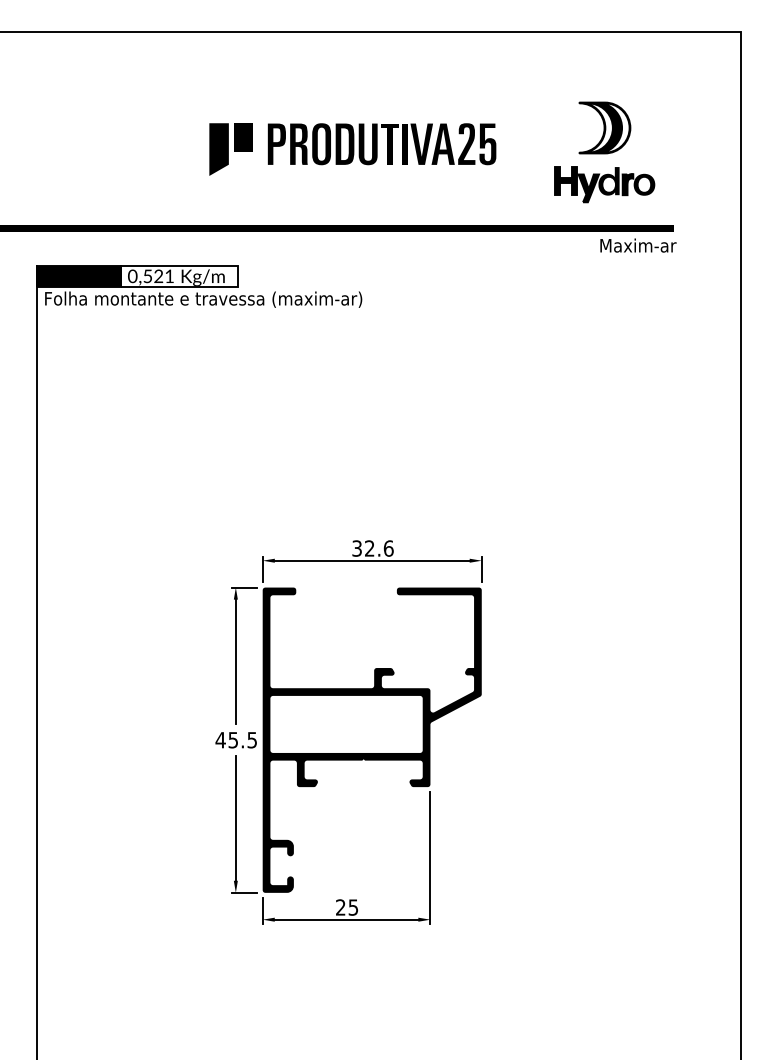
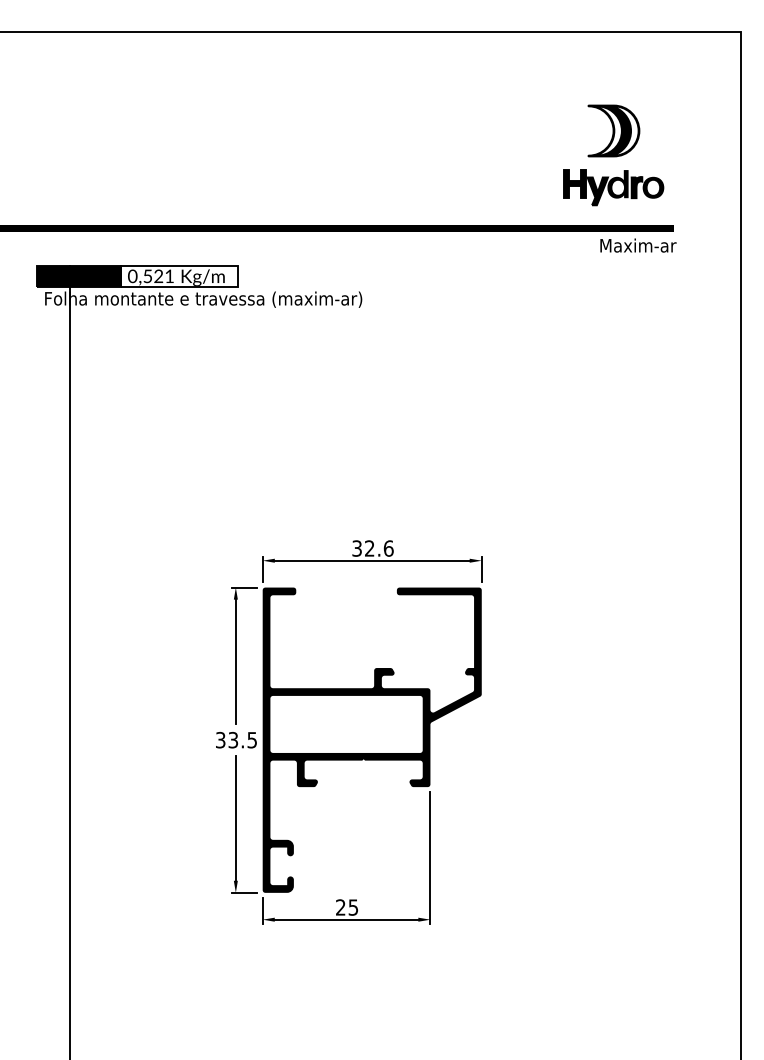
part at (352, 149): present -> none
part at (604, 152) position: (604, 152) -> (613, 155)
line at (36, 660) position: (36, 660) -> (69, 660)
text at (226, 739): 45.5 -> 33.5
